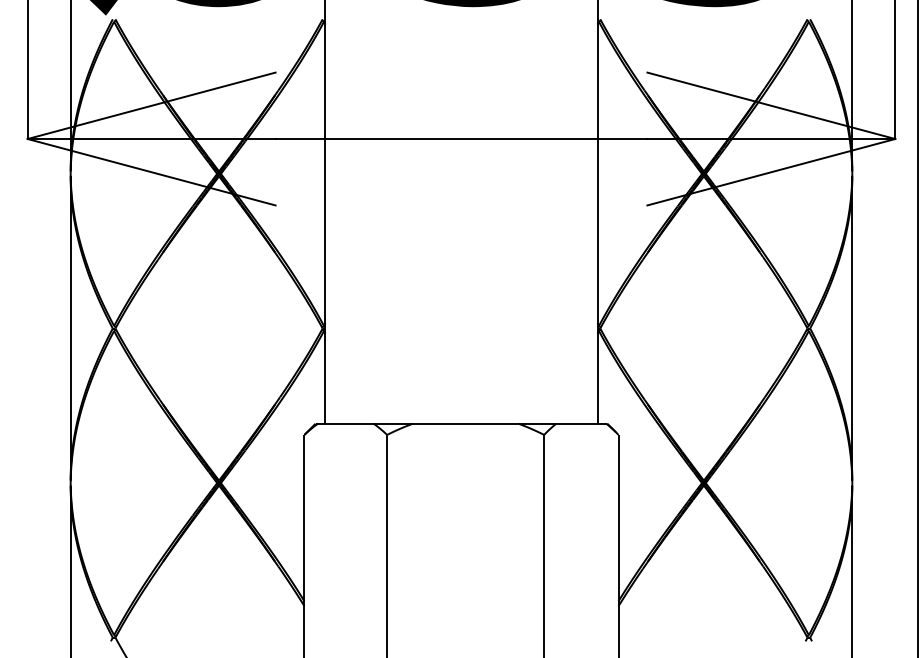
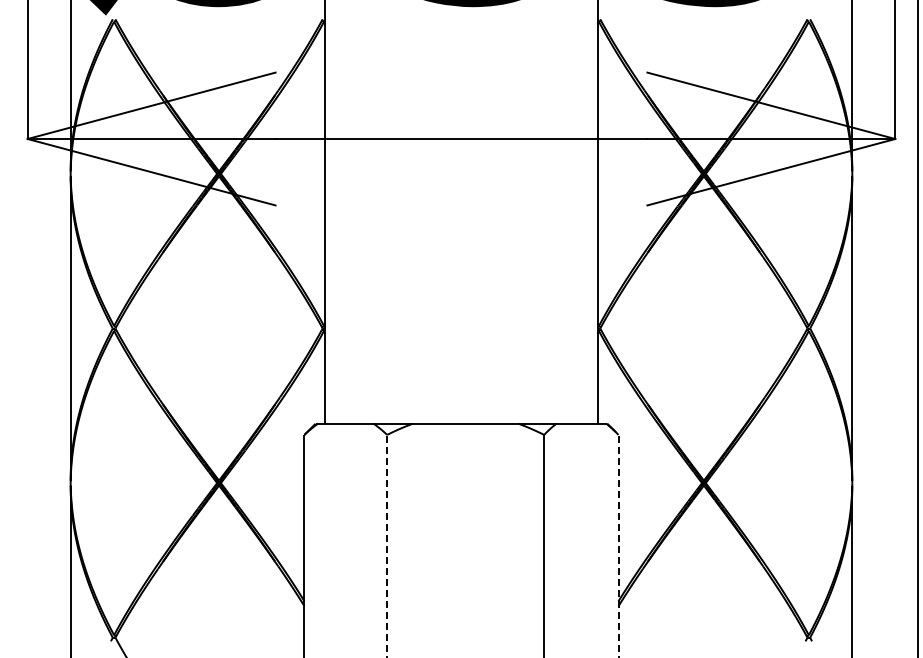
line at (387, 545): solid -> dashed
line at (618, 545): solid -> dashed
